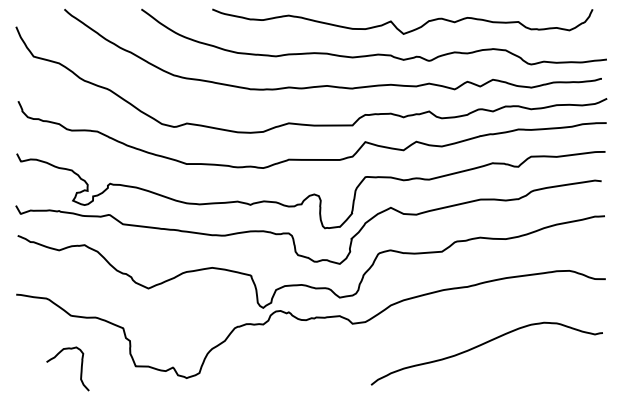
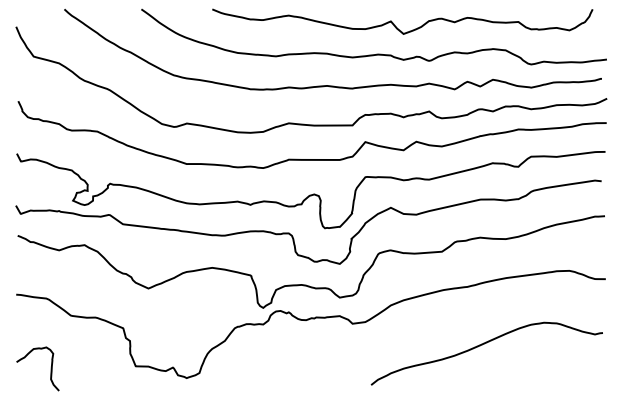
curve at (80, 368) position: (80, 368) -> (50, 368)
